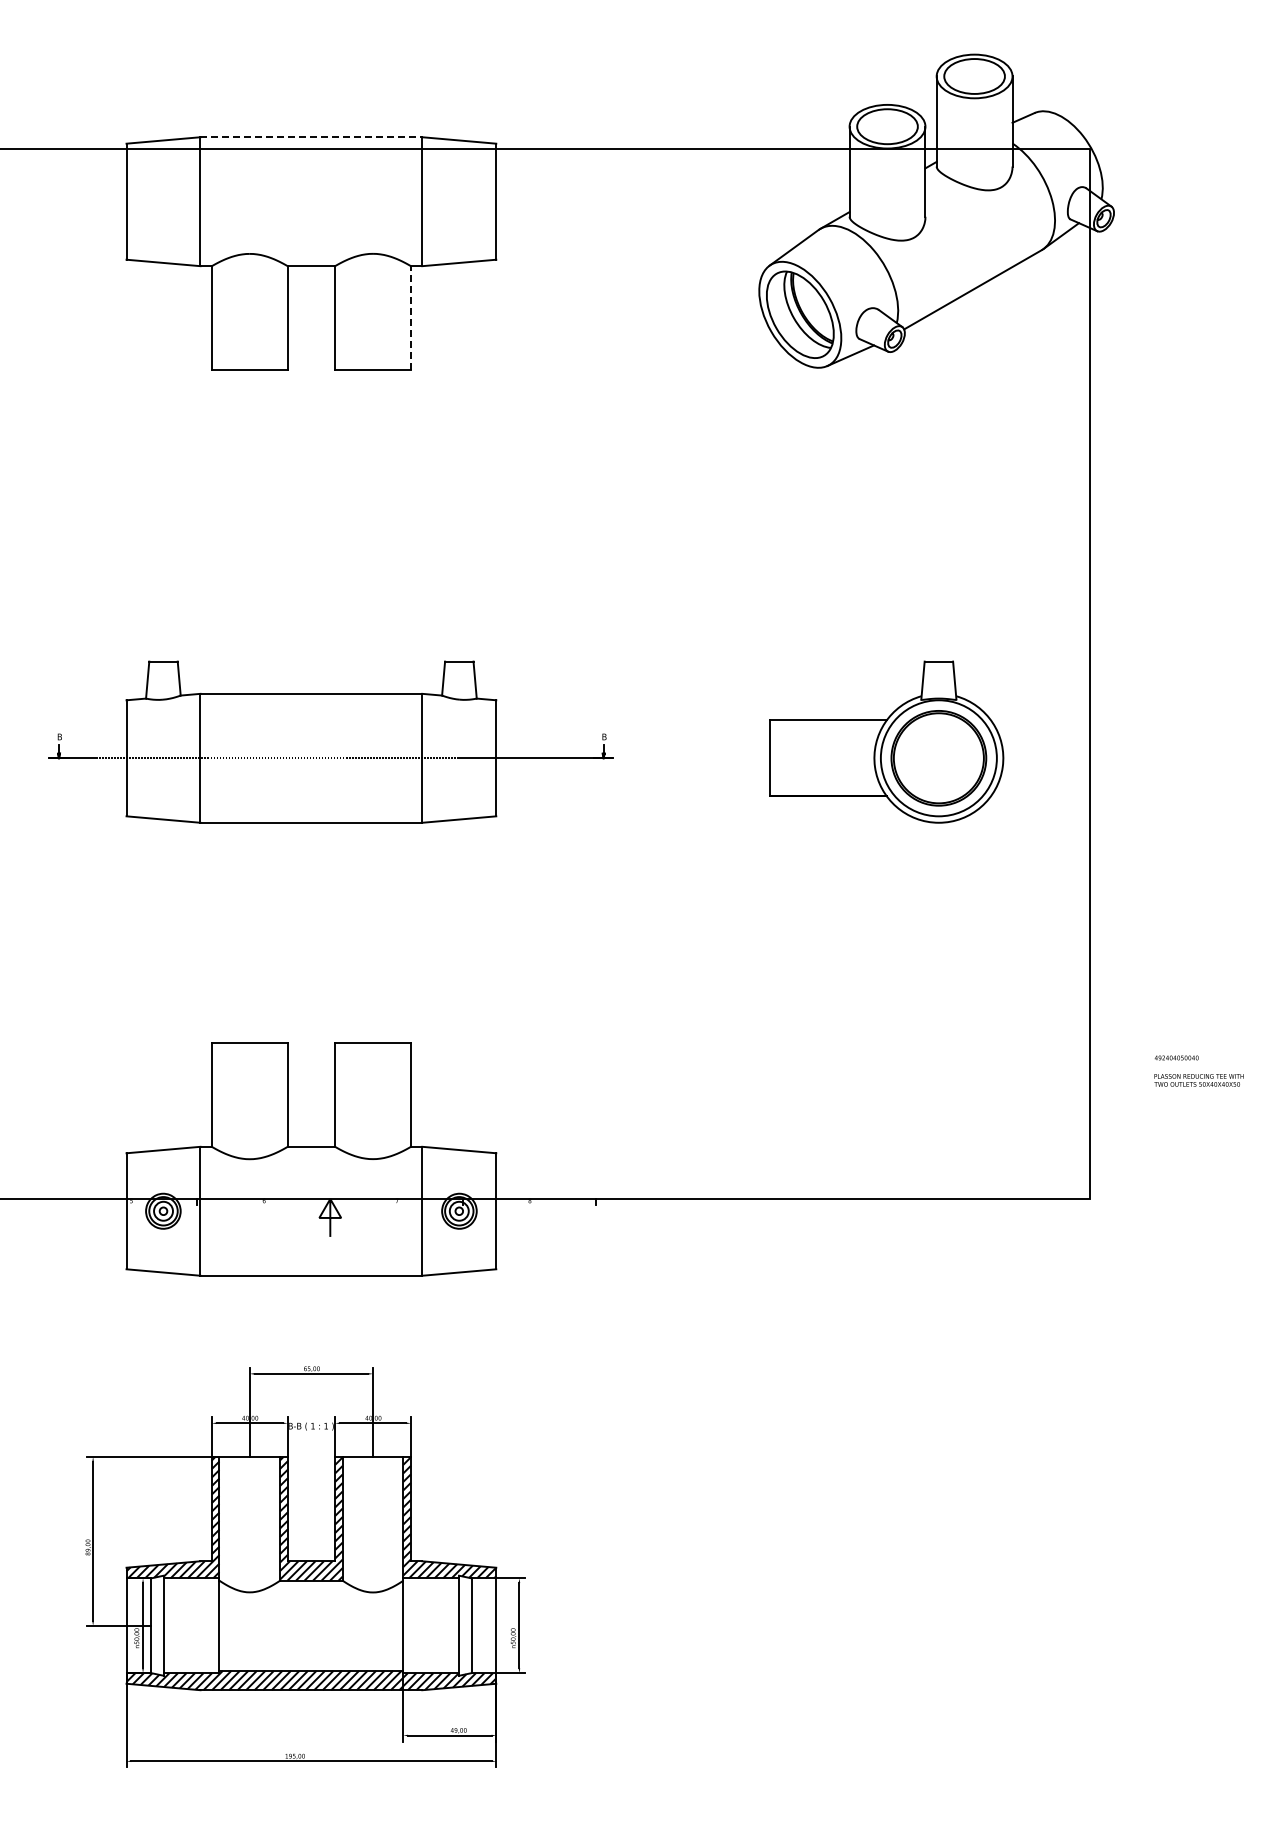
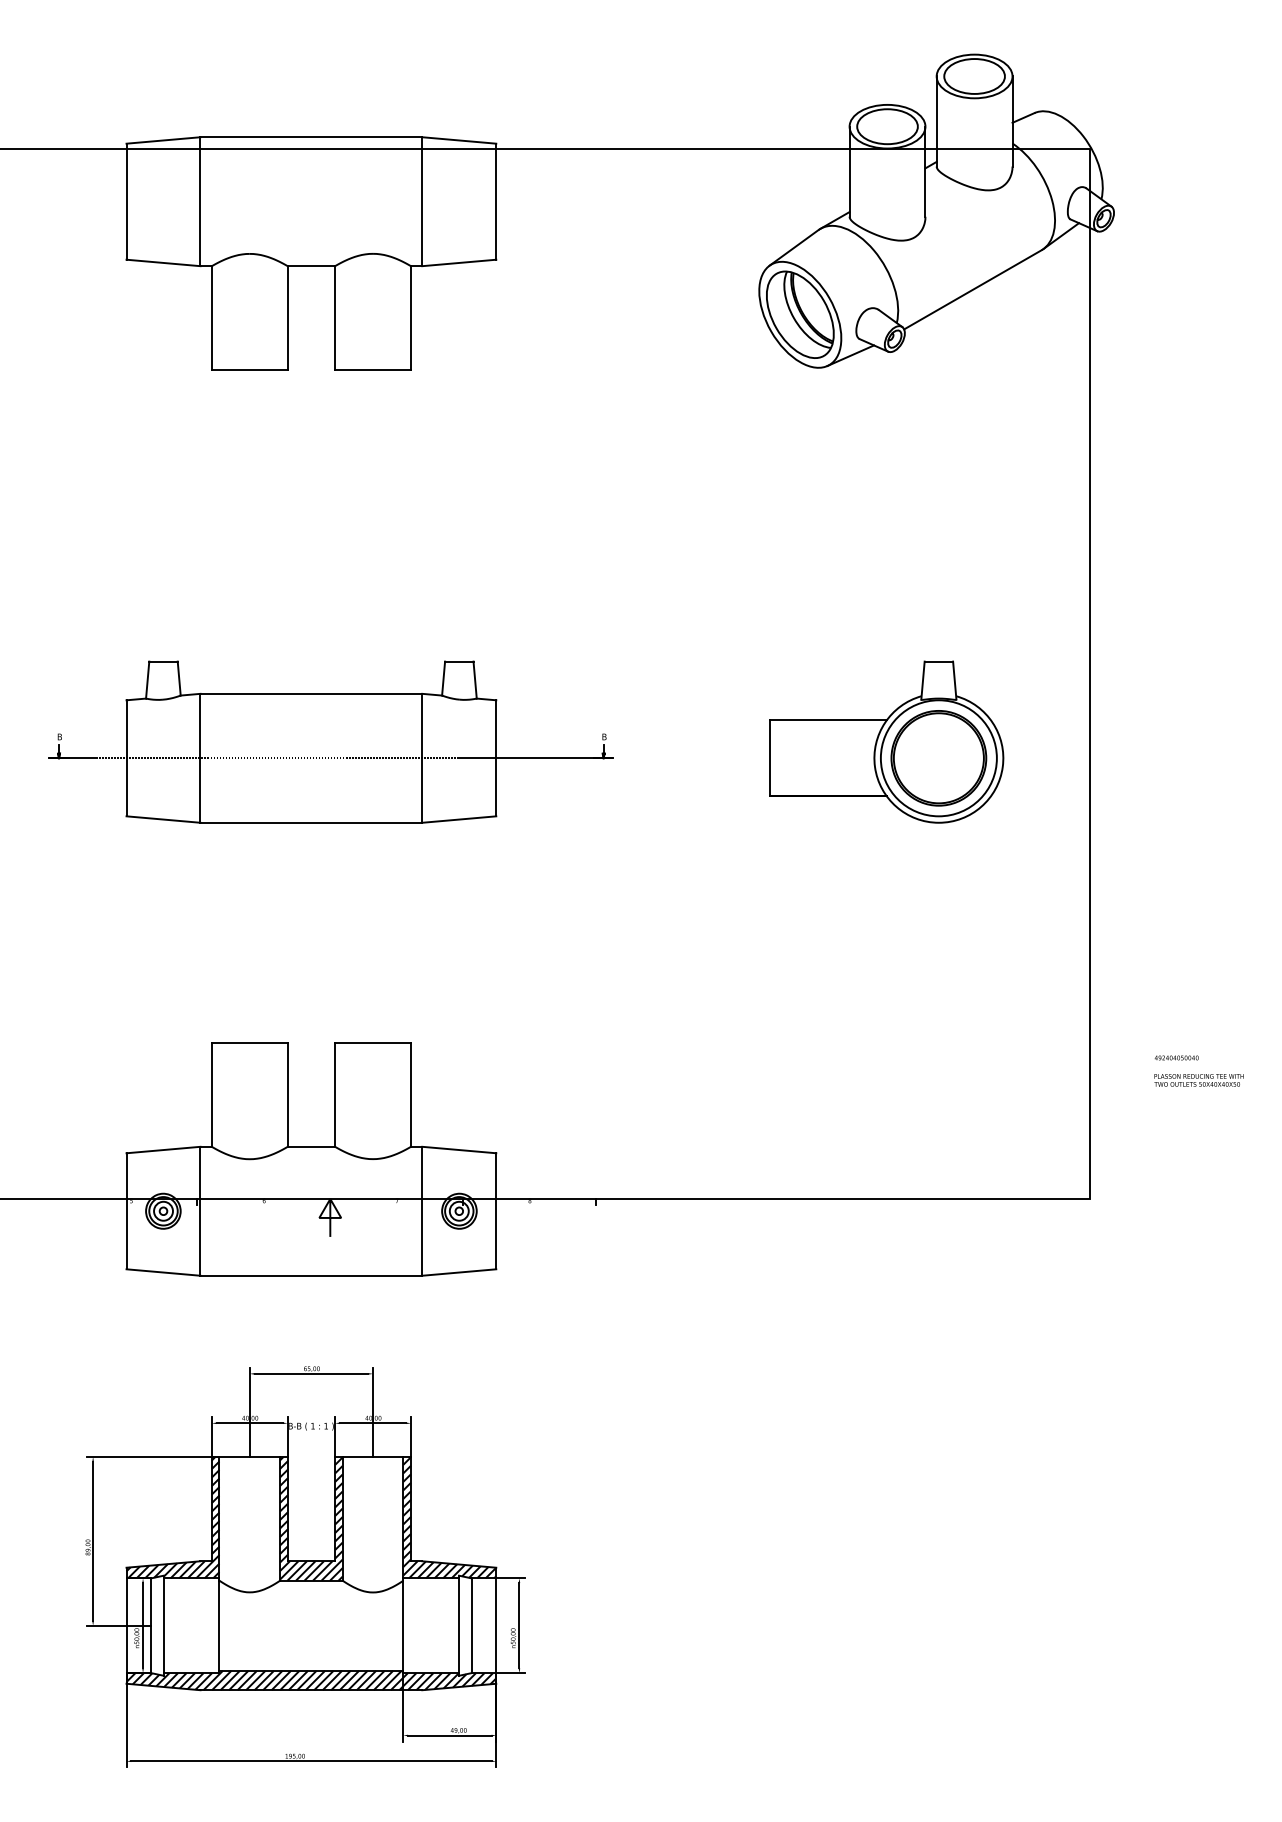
line at (311, 137): dashed -> solid
line at (410, 317): dashed -> solid
